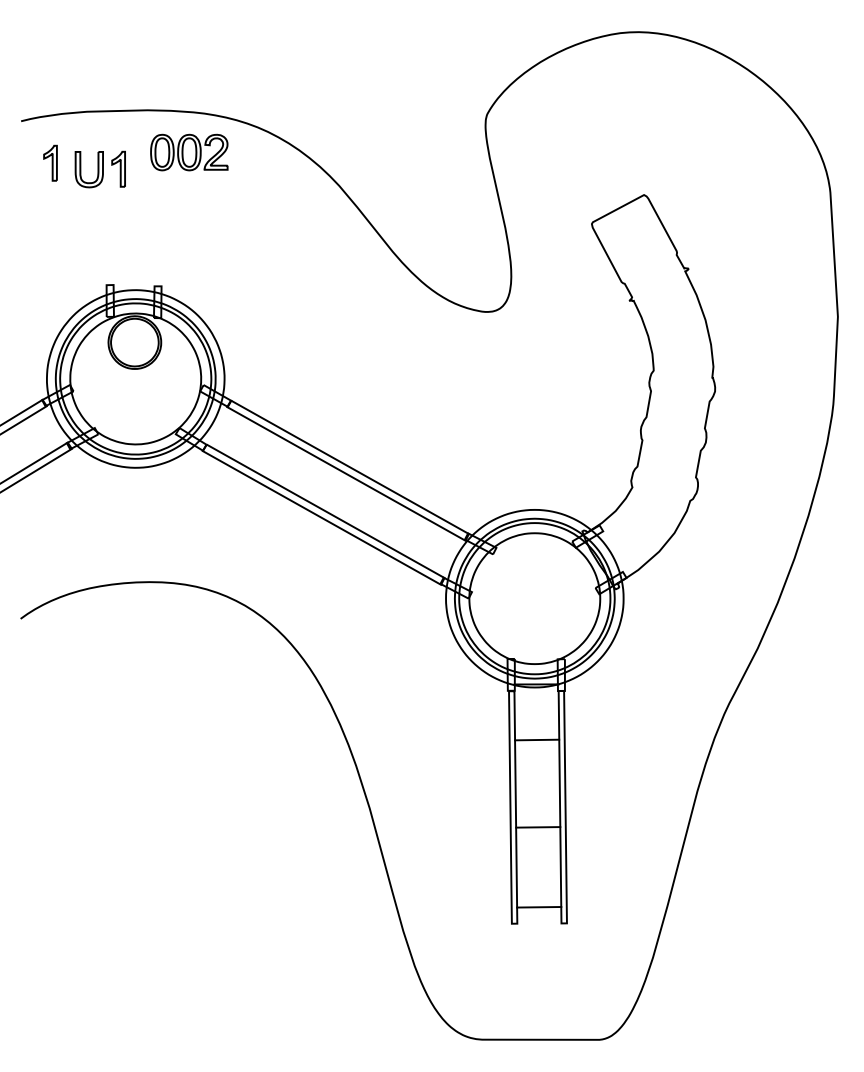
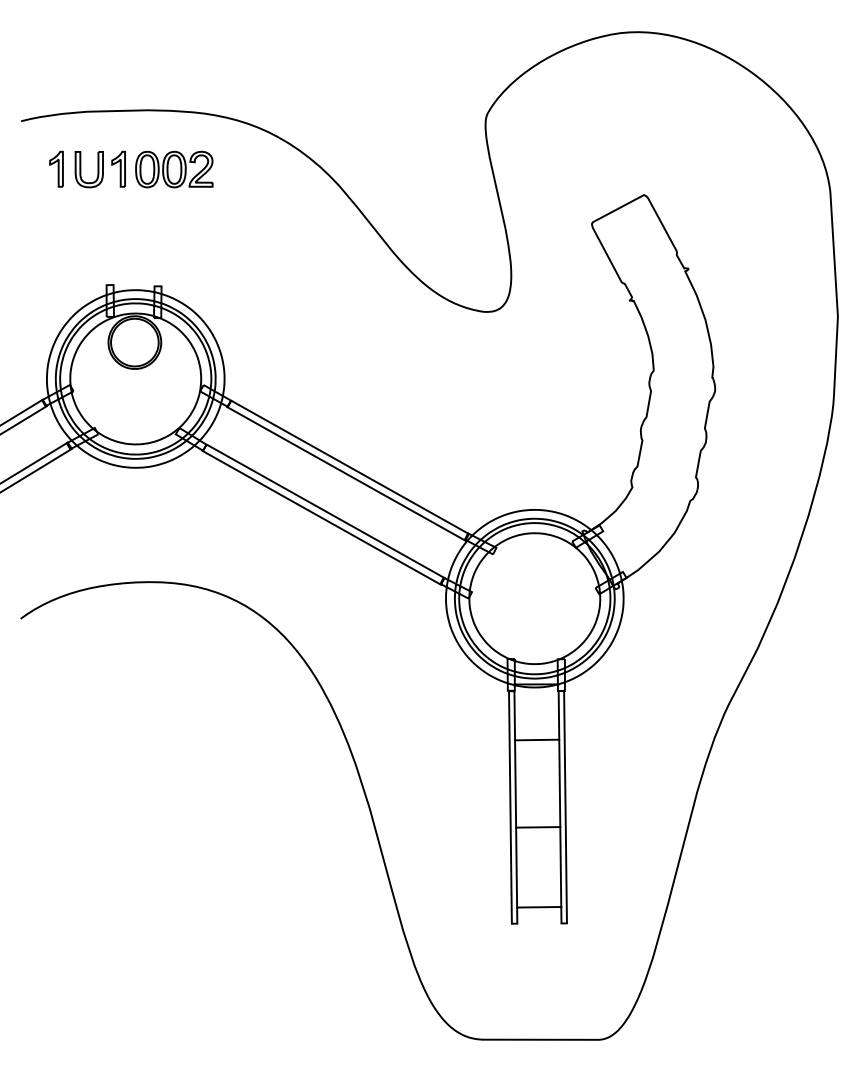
part at (189, 152) position: (189, 152) -> (174, 169)
part at (50, 162) position: (50, 162) -> (56, 168)
